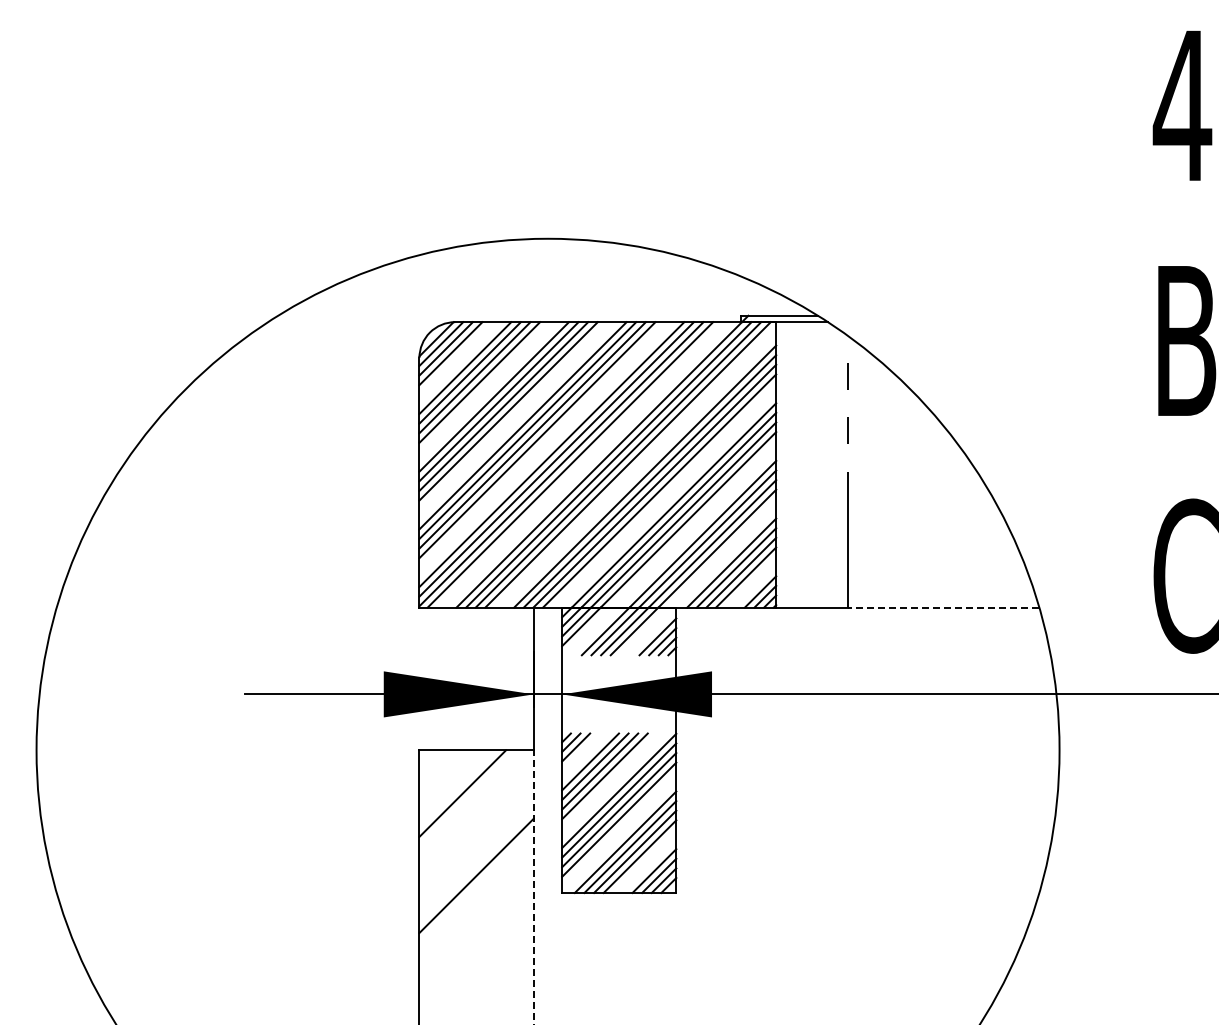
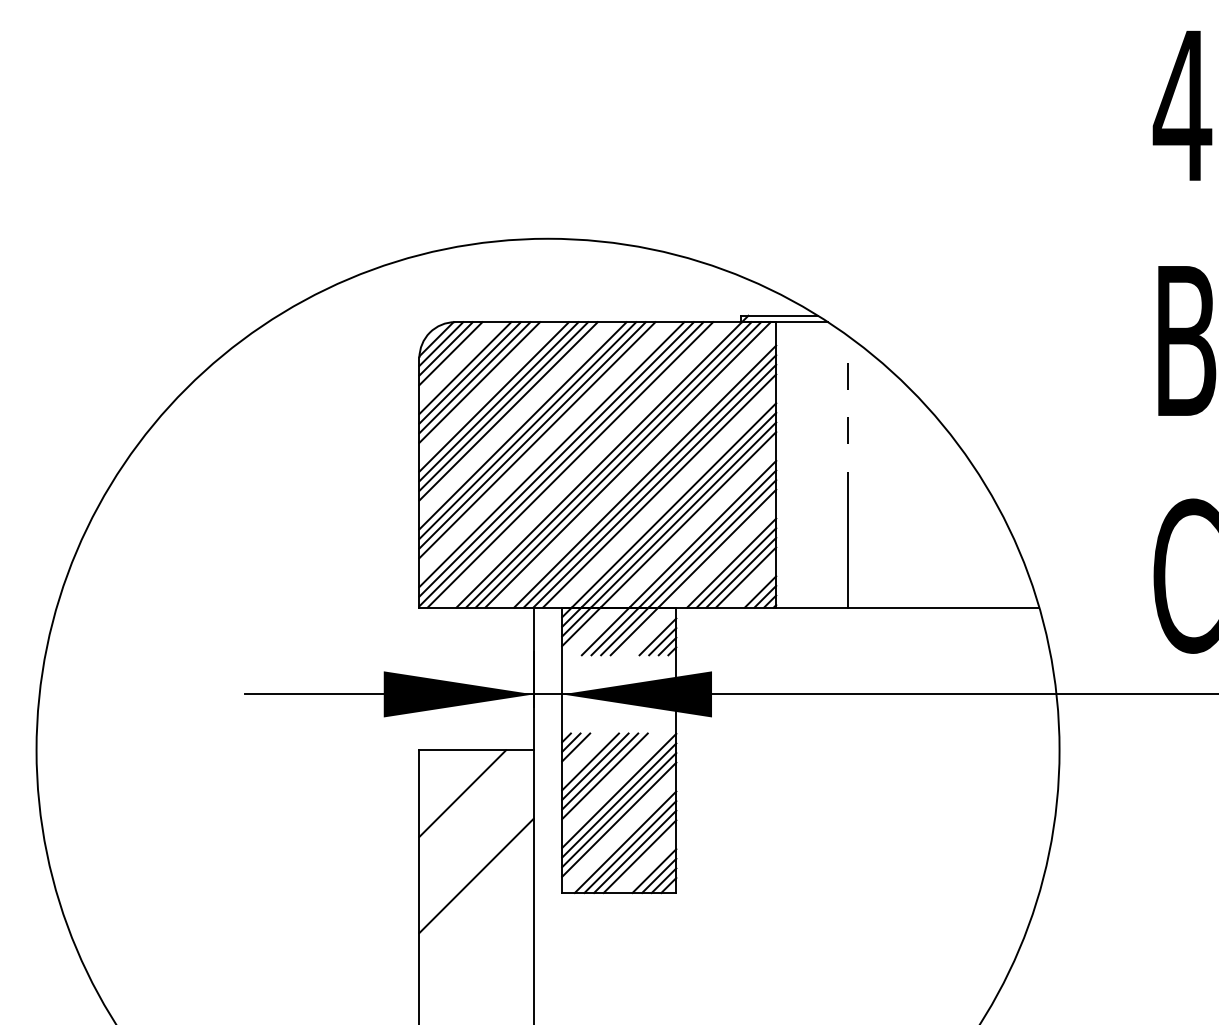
line at (943, 607): dashed -> solid
line at (533, 887): dashed -> solid
